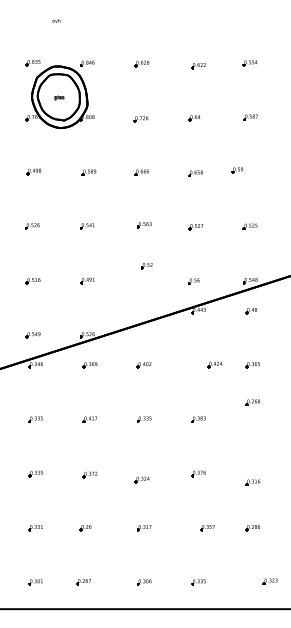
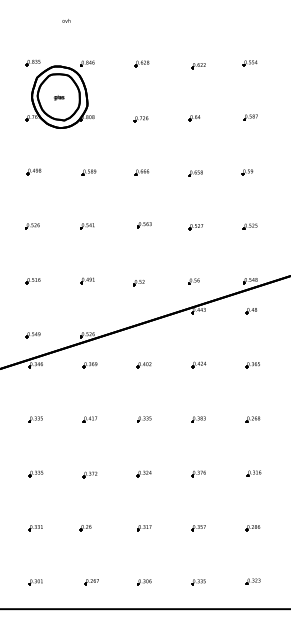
text at (56, 20) position: (56, 20) -> (66, 20)
part at (237, 170) position: (237, 170) -> (247, 172)
part at (146, 266) position: (146, 266) -> (138, 283)
part at (214, 364) position: (214, 364) -> (198, 364)
part at (252, 402) position: (252, 402) -> (252, 419)
part at (141, 479) position: (141, 479) -> (143, 473)
part at (252, 482) position: (252, 482) -> (253, 473)
part at (207, 528) position: (207, 528) -> (198, 528)
part at (269, 581) position: (269, 581) -> (252, 581)
part at (83, 582) position: (83, 582) -> (91, 582)
